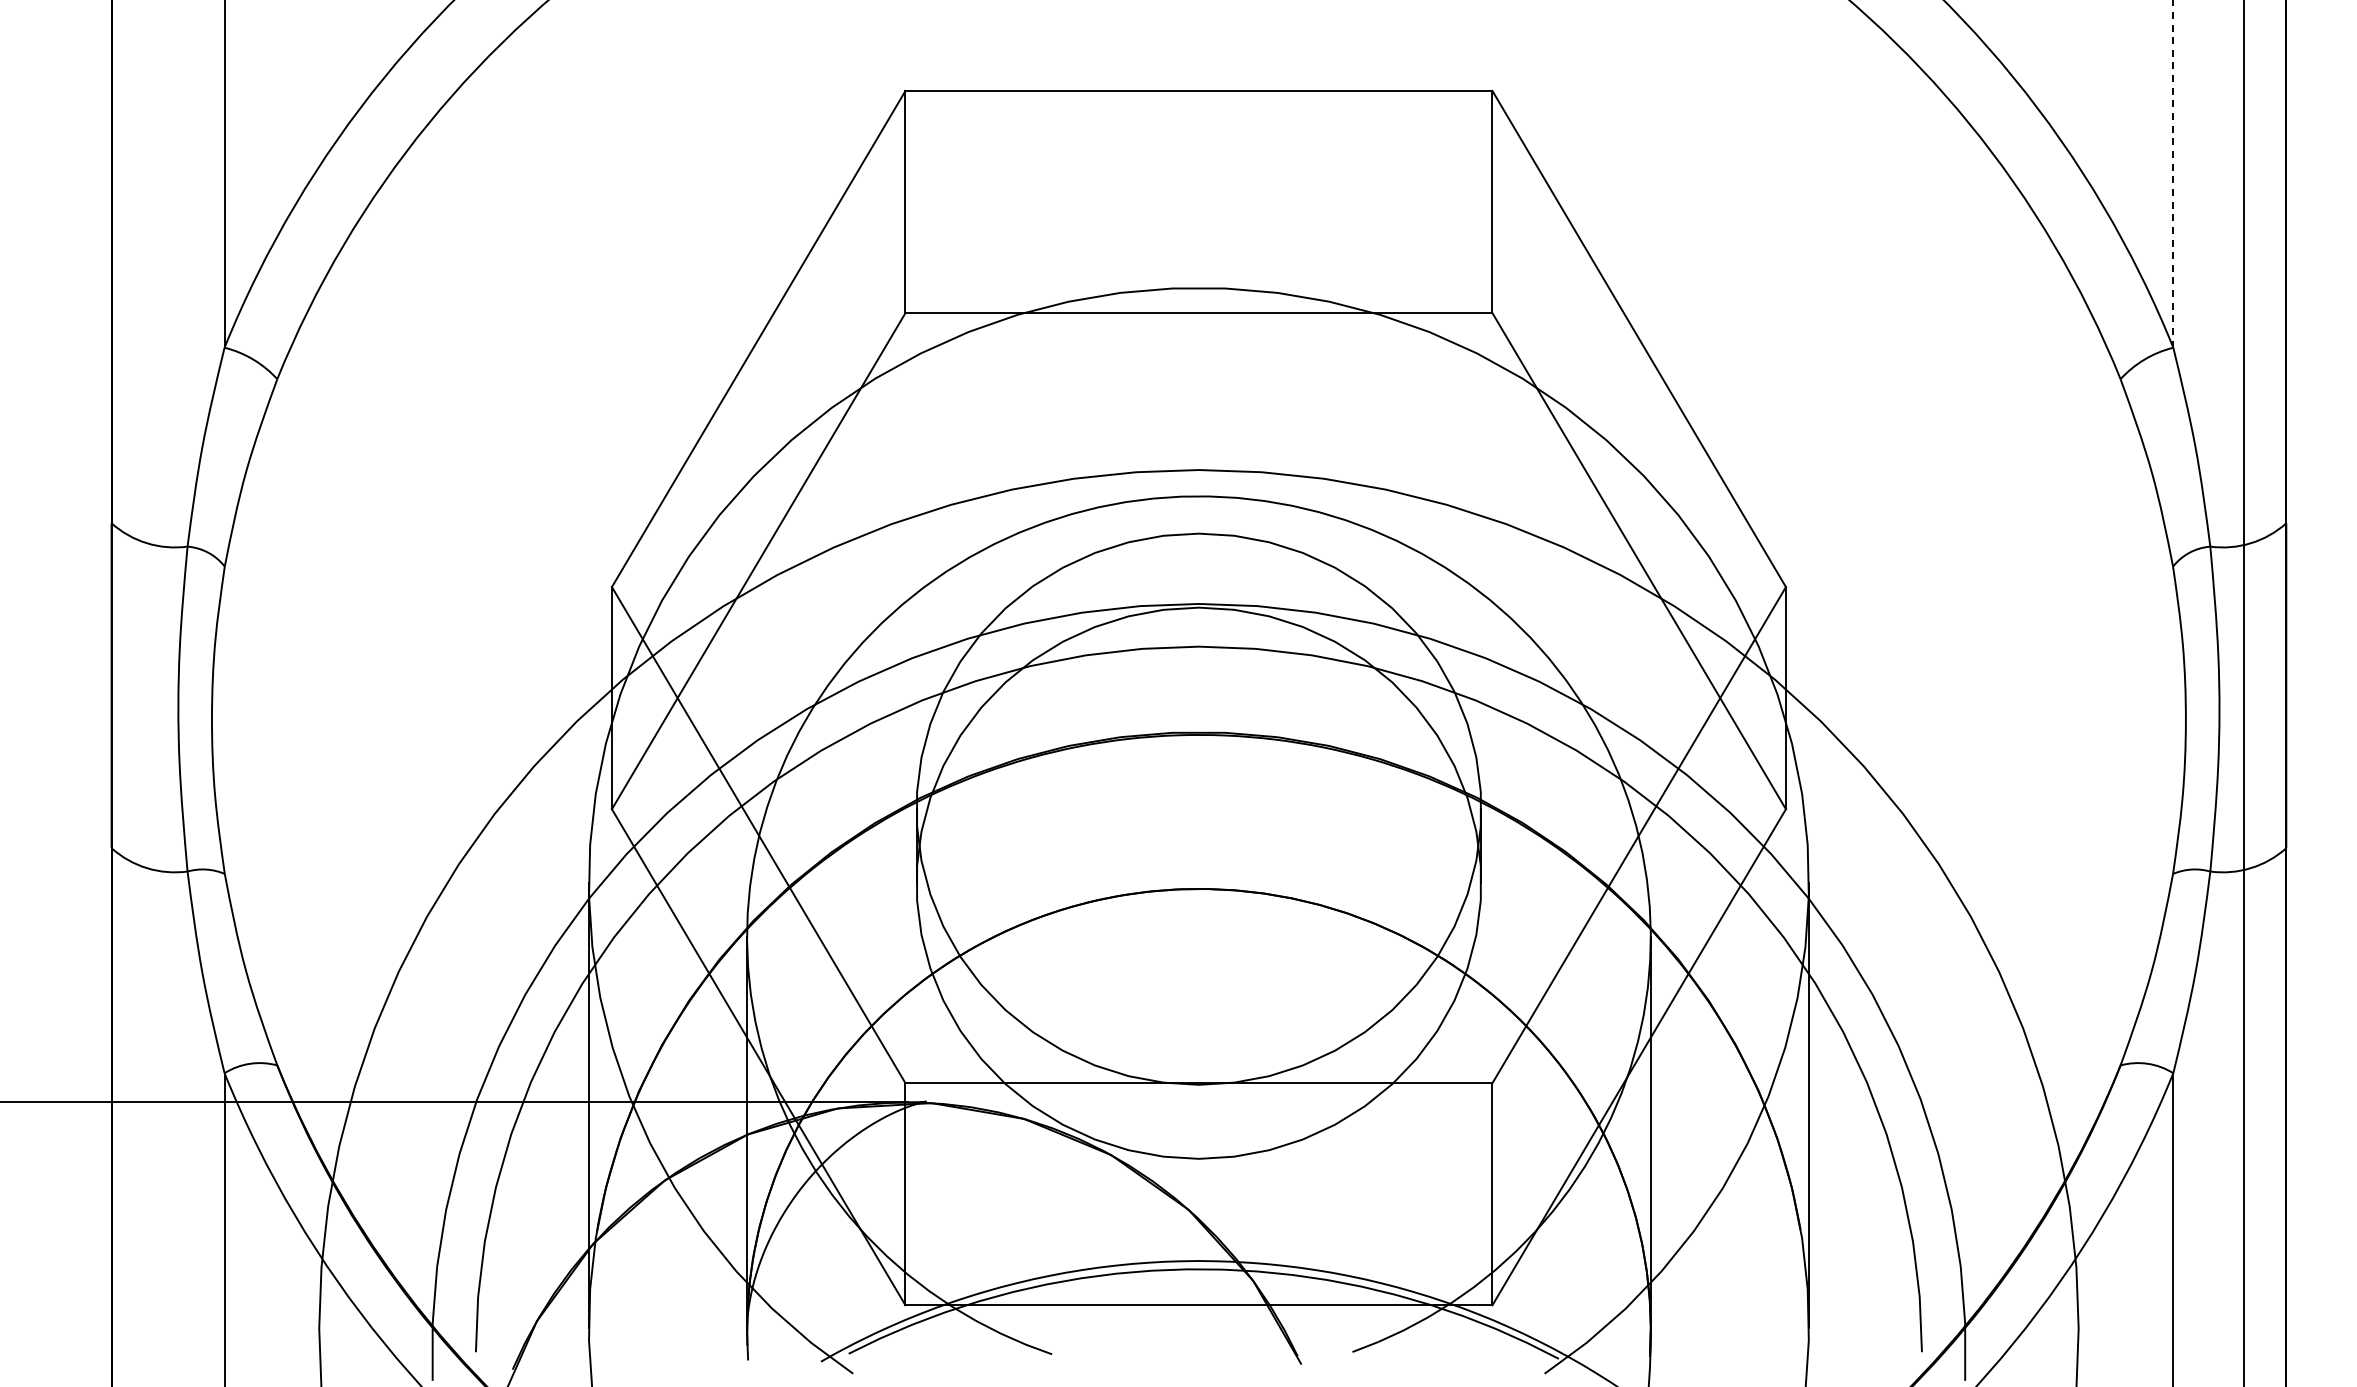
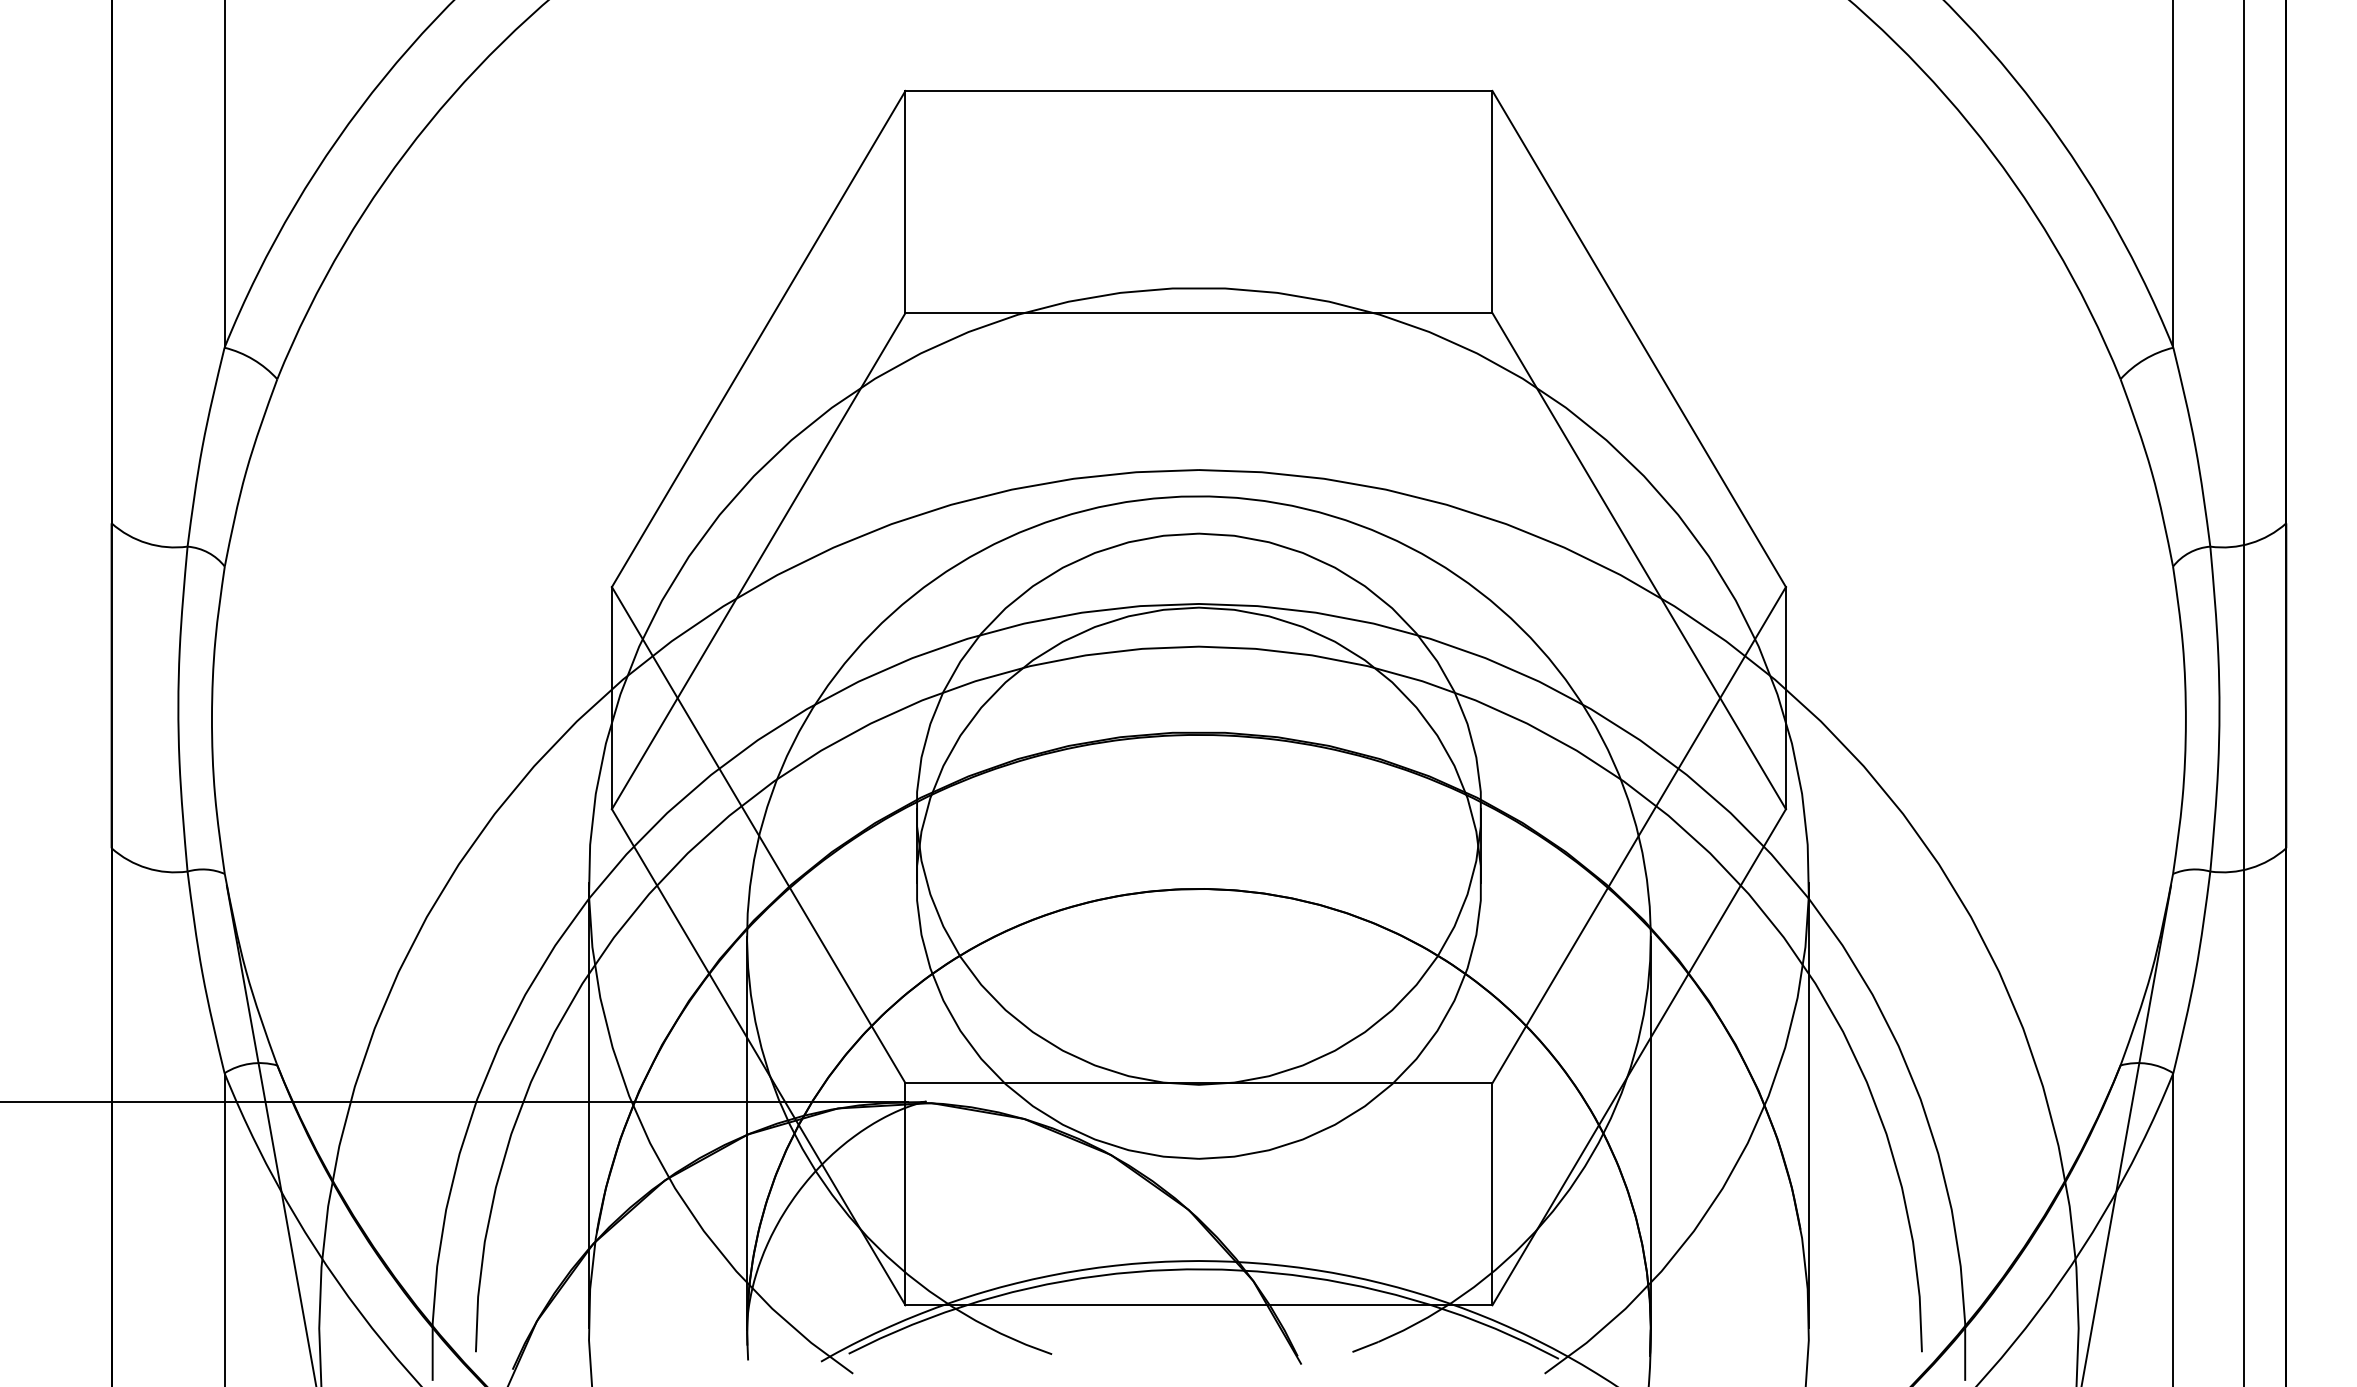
line at (2173, 173): dashed -> solid
line at (270, 1134): none -> present
line at (2126, 1134): none -> present
